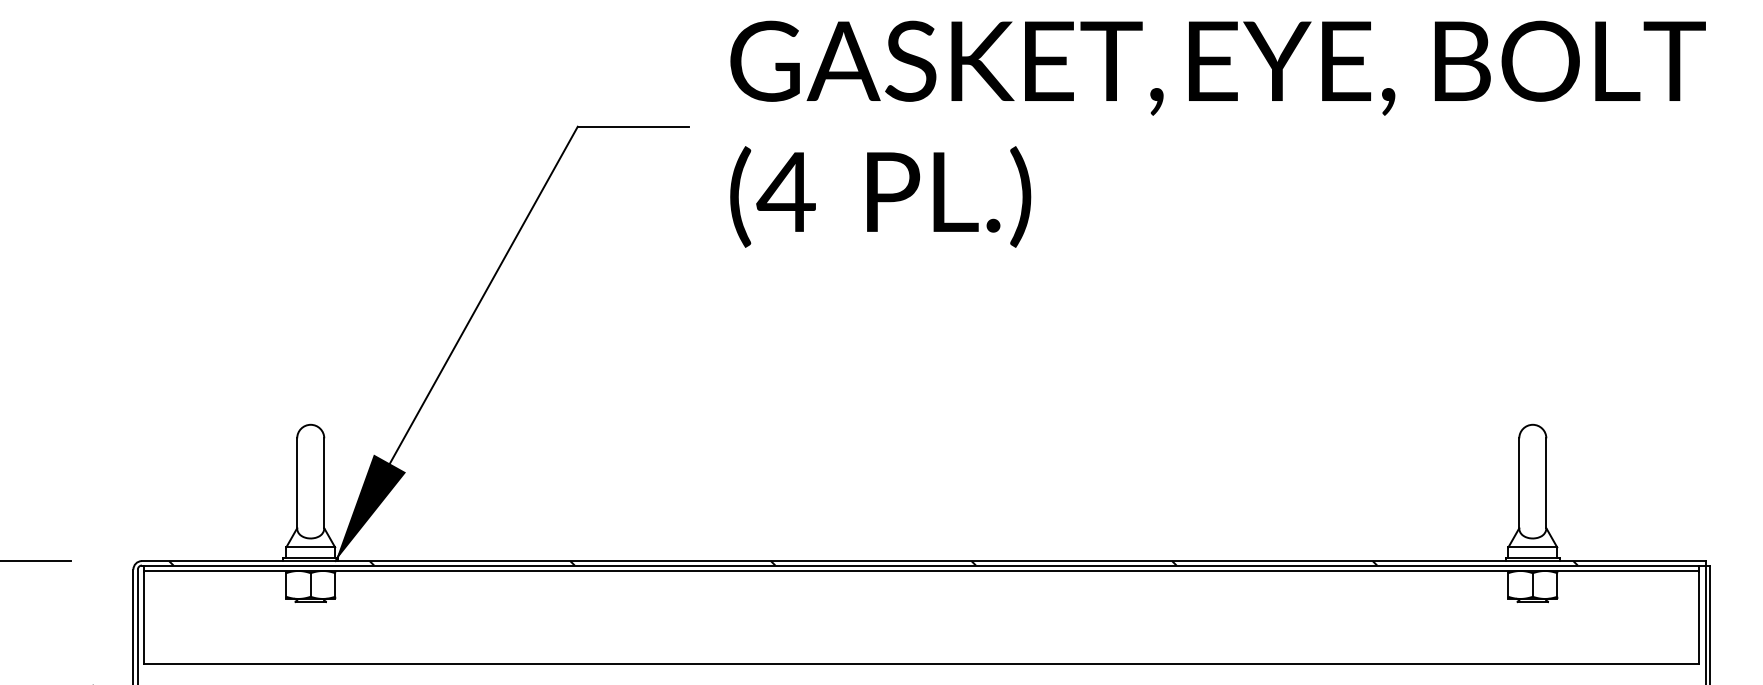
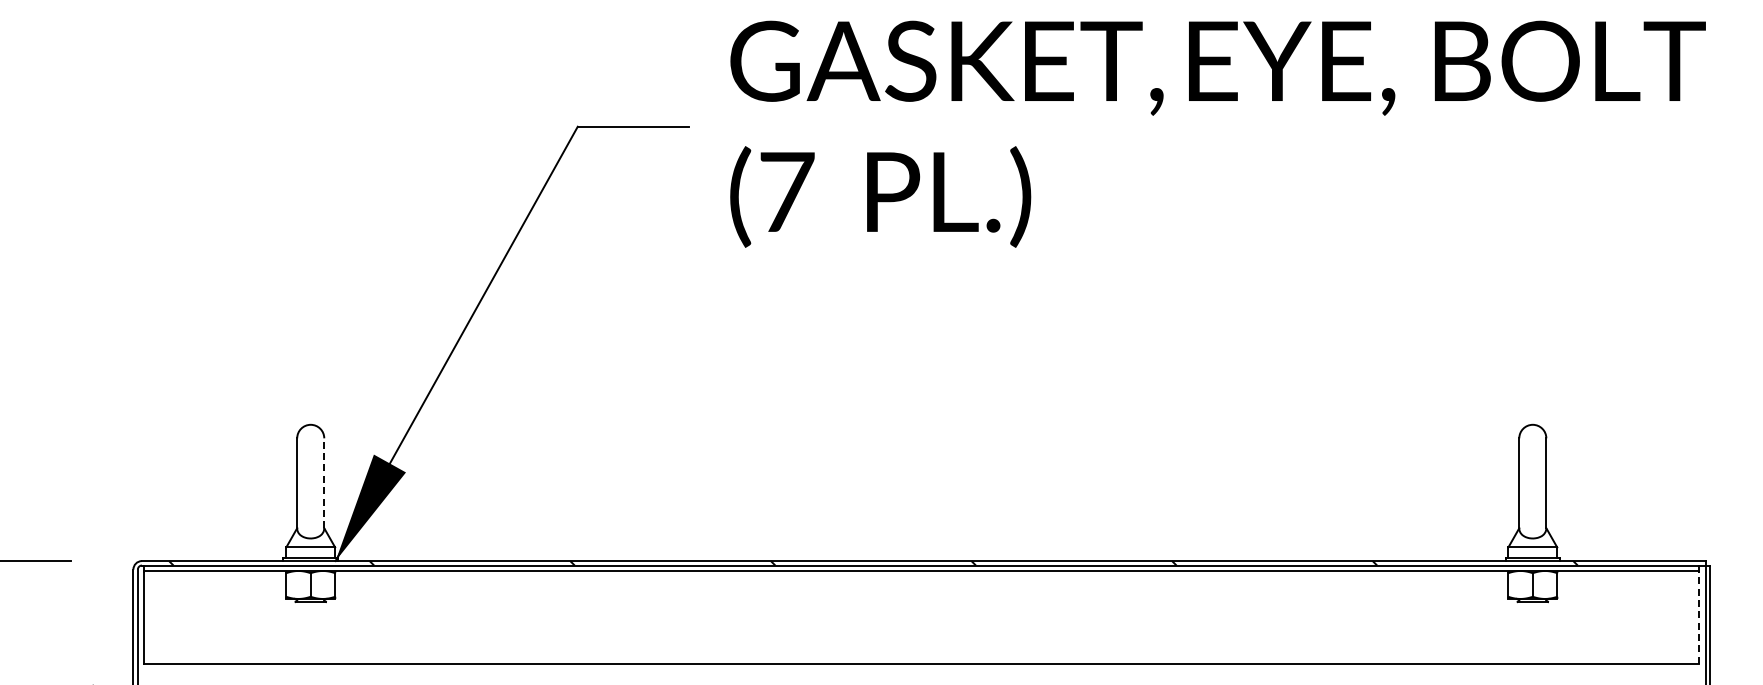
text at (785, 191): (4 -> (7
line at (324, 483): solid -> dashed
line at (1699, 618): solid -> dashed
